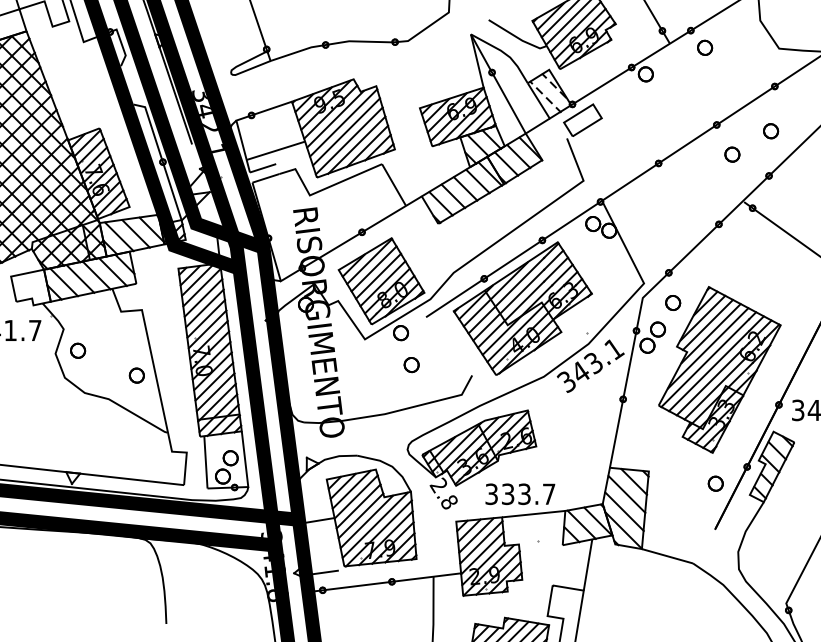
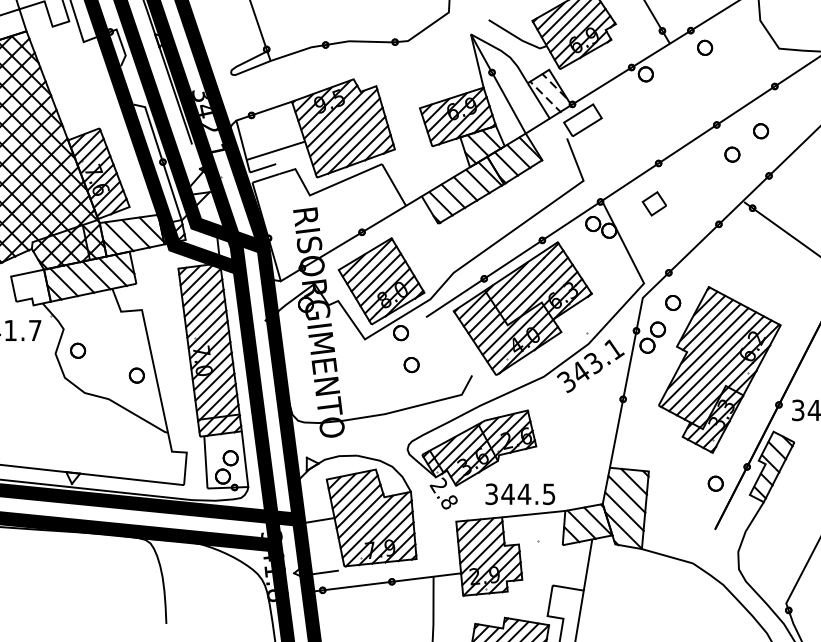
part at (771, 131) position: (771, 131) -> (761, 131)
part at (653, 203): none -> present
text at (528, 494): 333.7 -> 344.5
